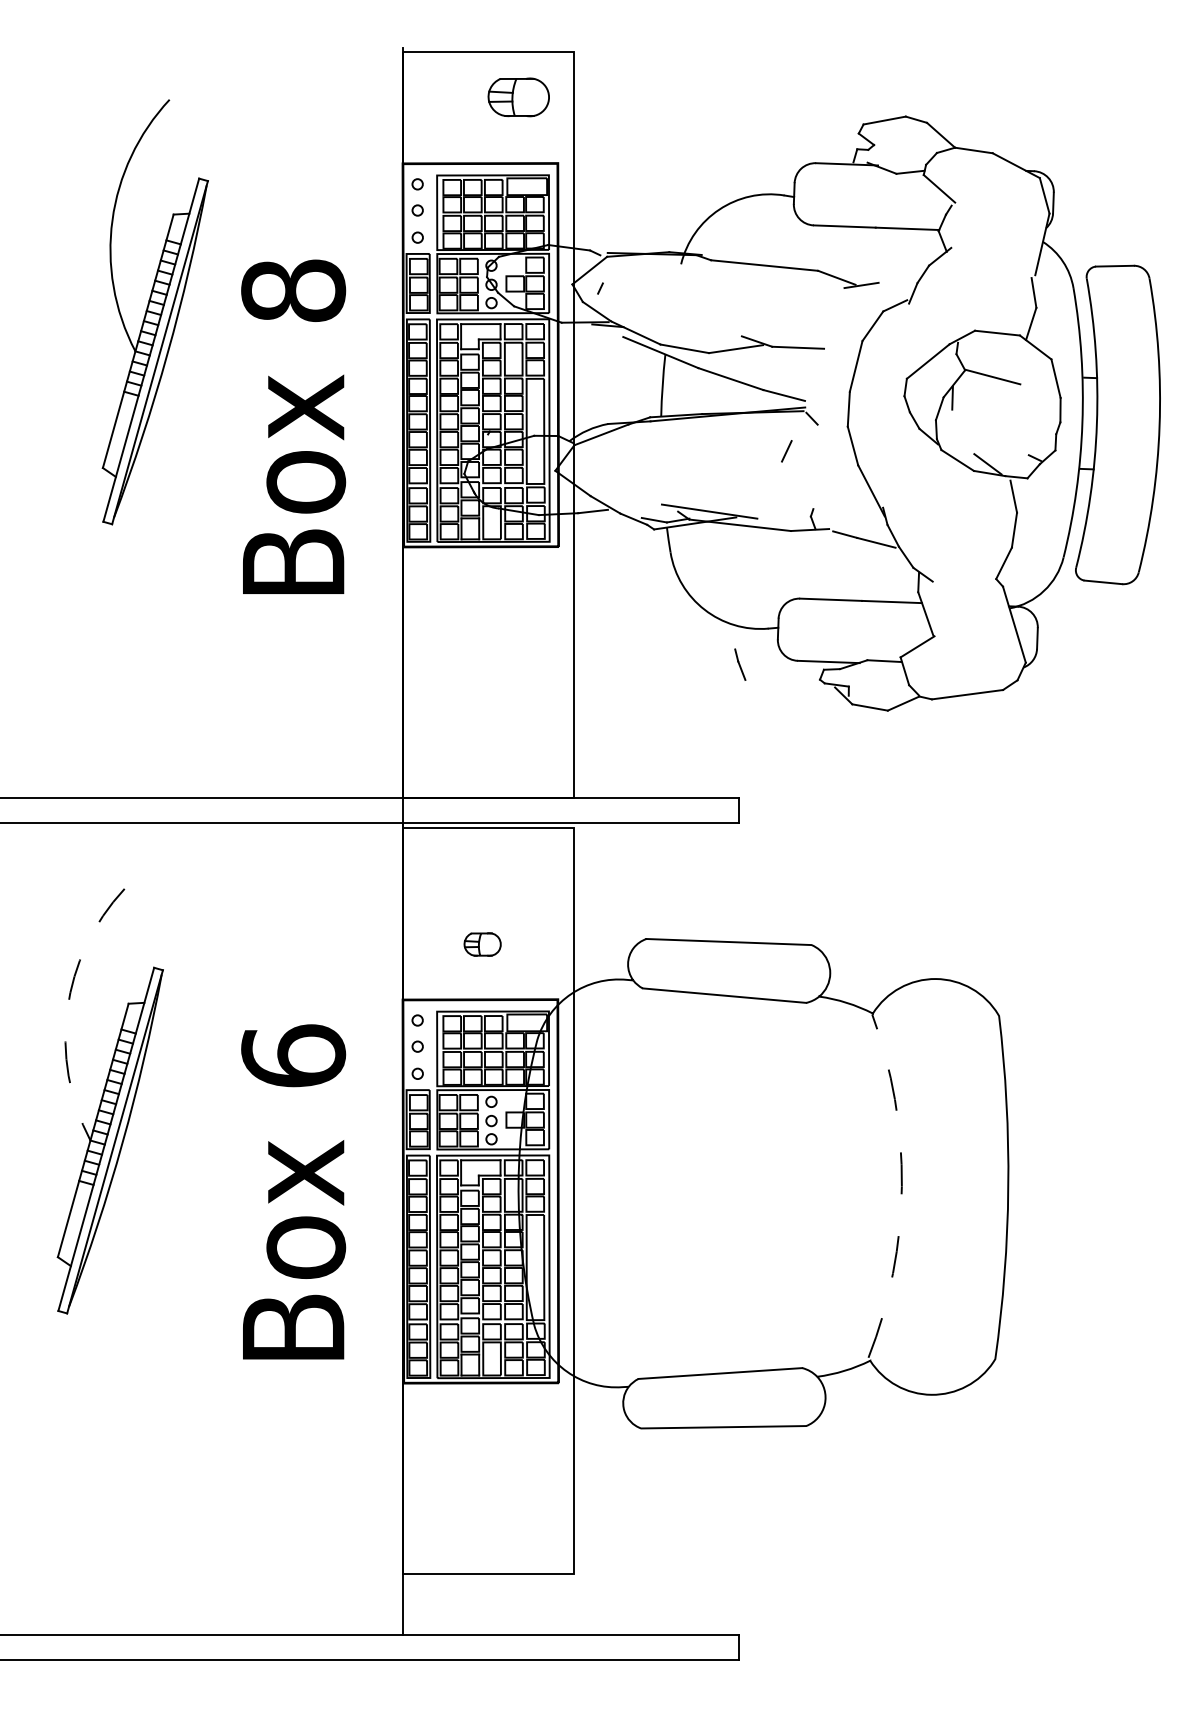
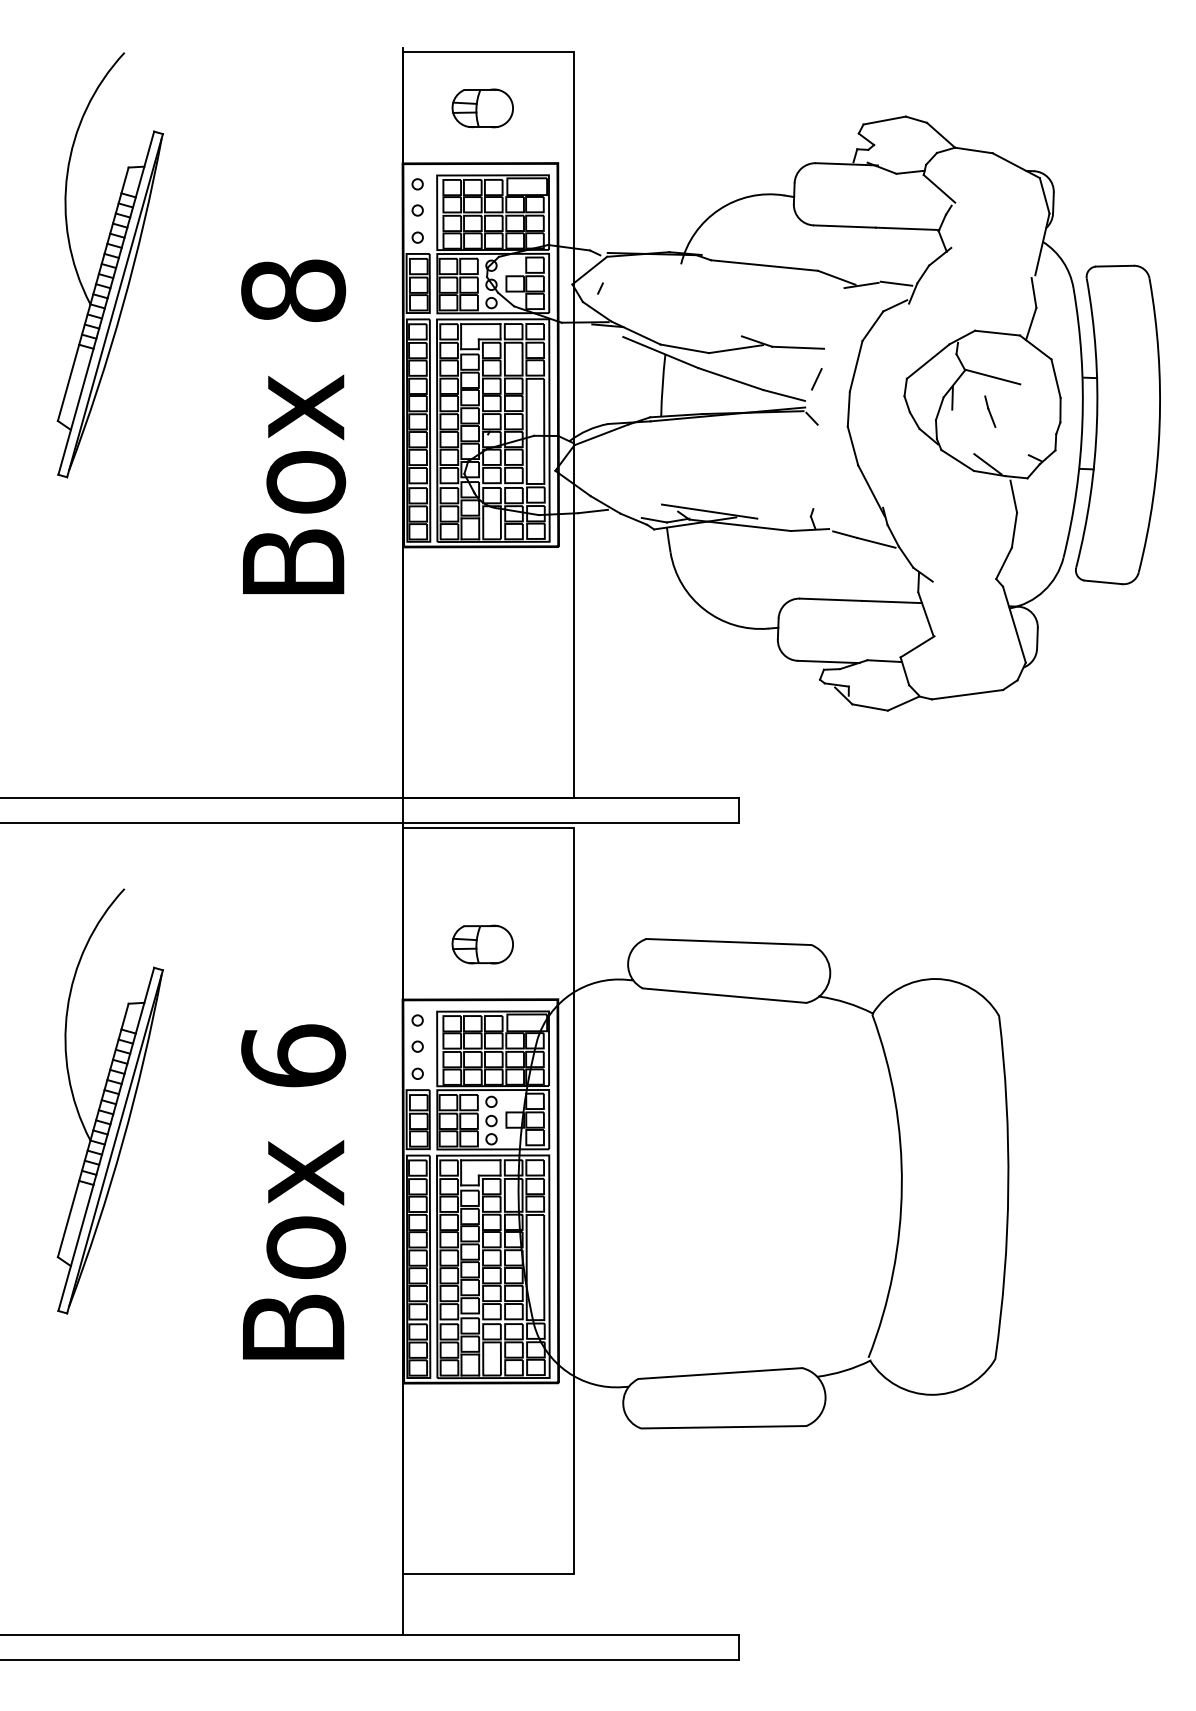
part at (518, 97) position: (518, 97) -> (482, 108)
line at (896, 283): none -> present
part at (154, 312) position: (154, 312) -> (109, 265)
line at (786, 451) position: (786, 451) -> (816, 379)
line at (740, 664) position: (740, 664) -> (990, 411)
part at (482, 944) size: 39x25 px -> 63x41 px
arc at (67, 1009): dashed -> solid
arc at (901, 1186): dashed -> solid
